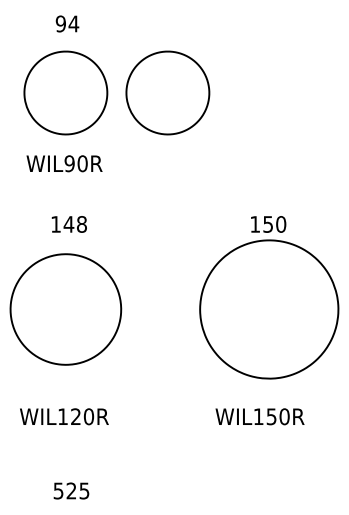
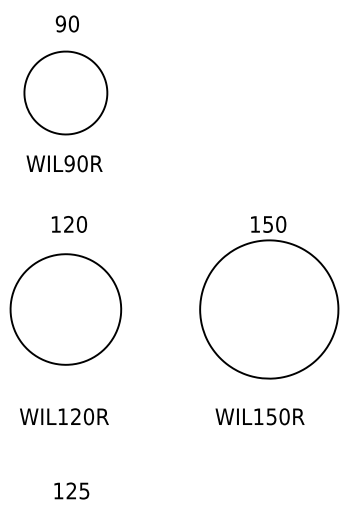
text at (73, 23): 94 -> 90
part at (167, 92): present -> none
text at (75, 224): 148 -> 120
text at (58, 490): 525 -> 125
